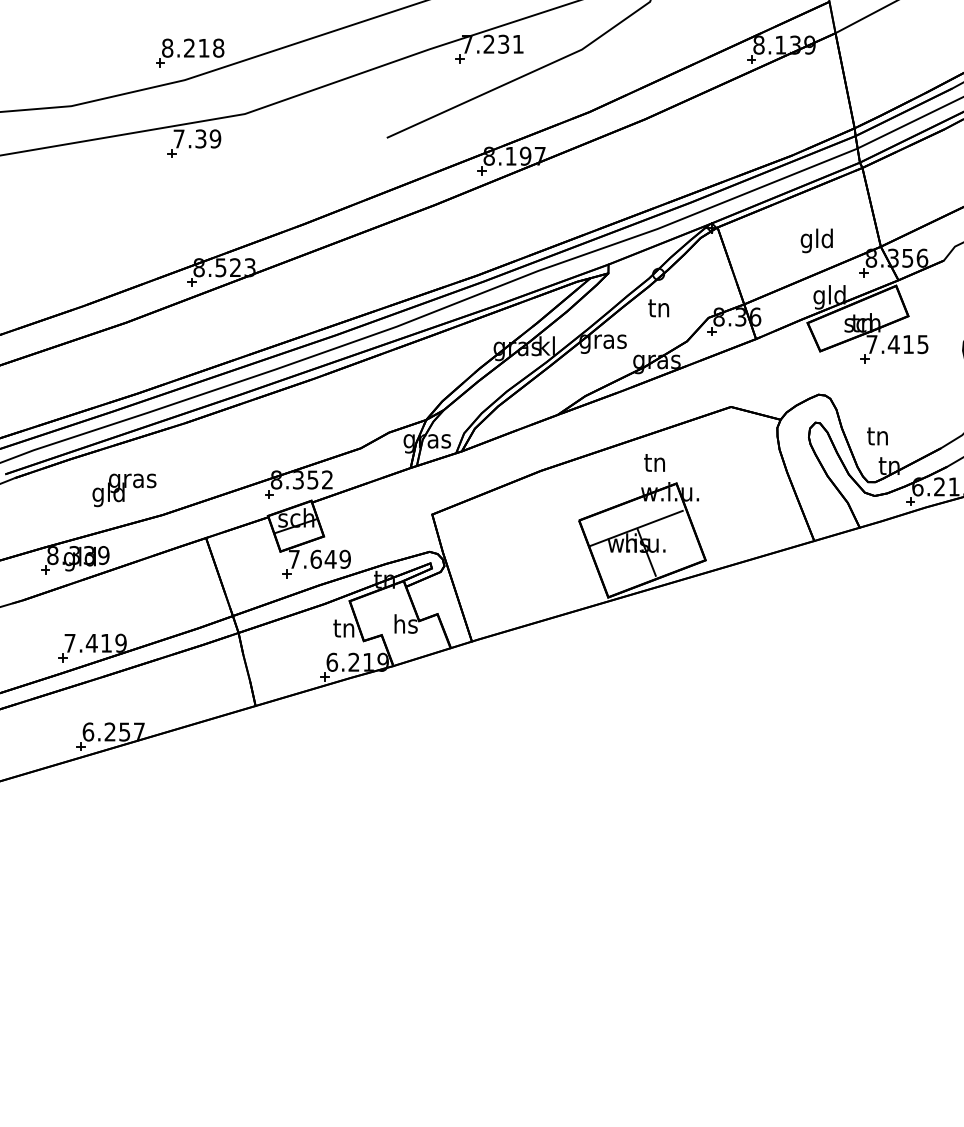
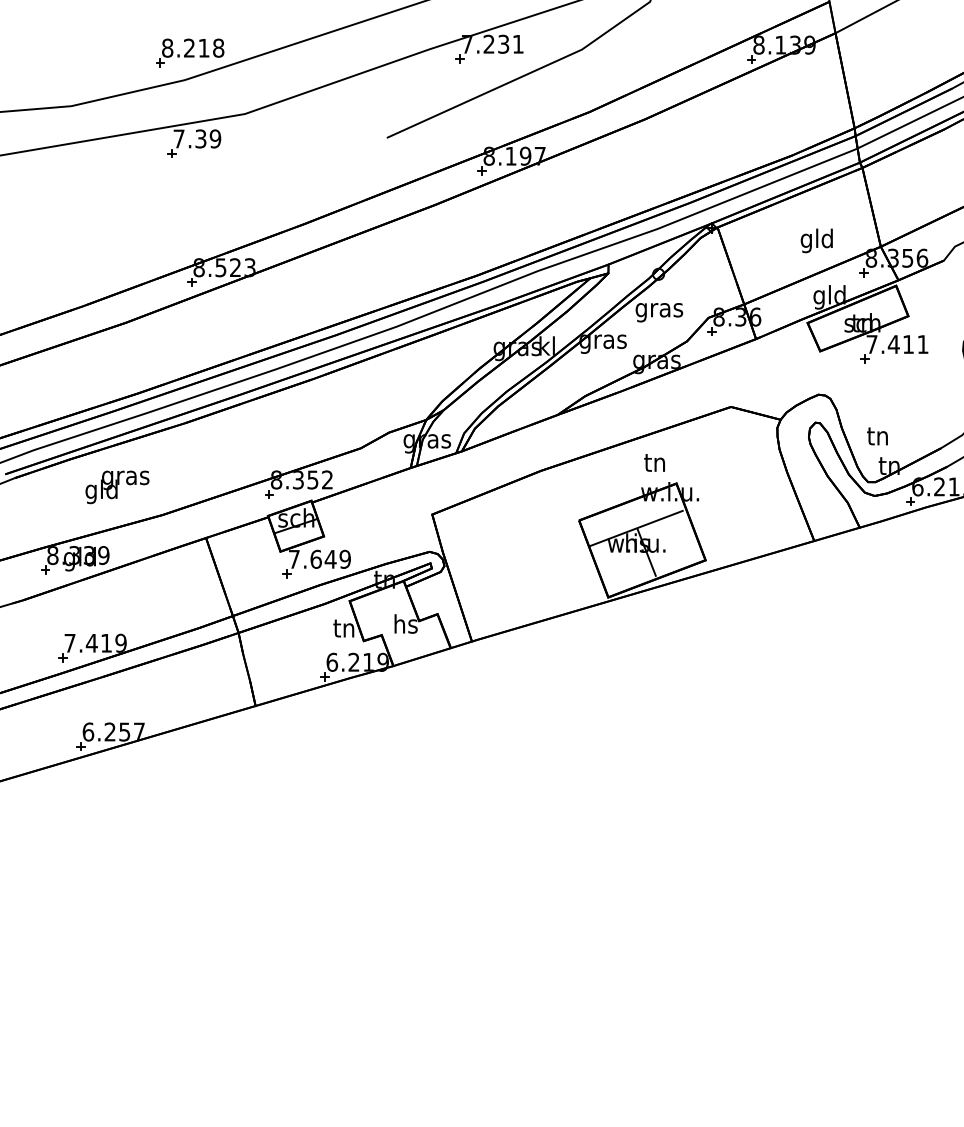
text at (659, 310): tn -> gras
text at (922, 344): 7.415 -> 7.411
text at (124, 490) position: (124, 490) -> (117, 487)
